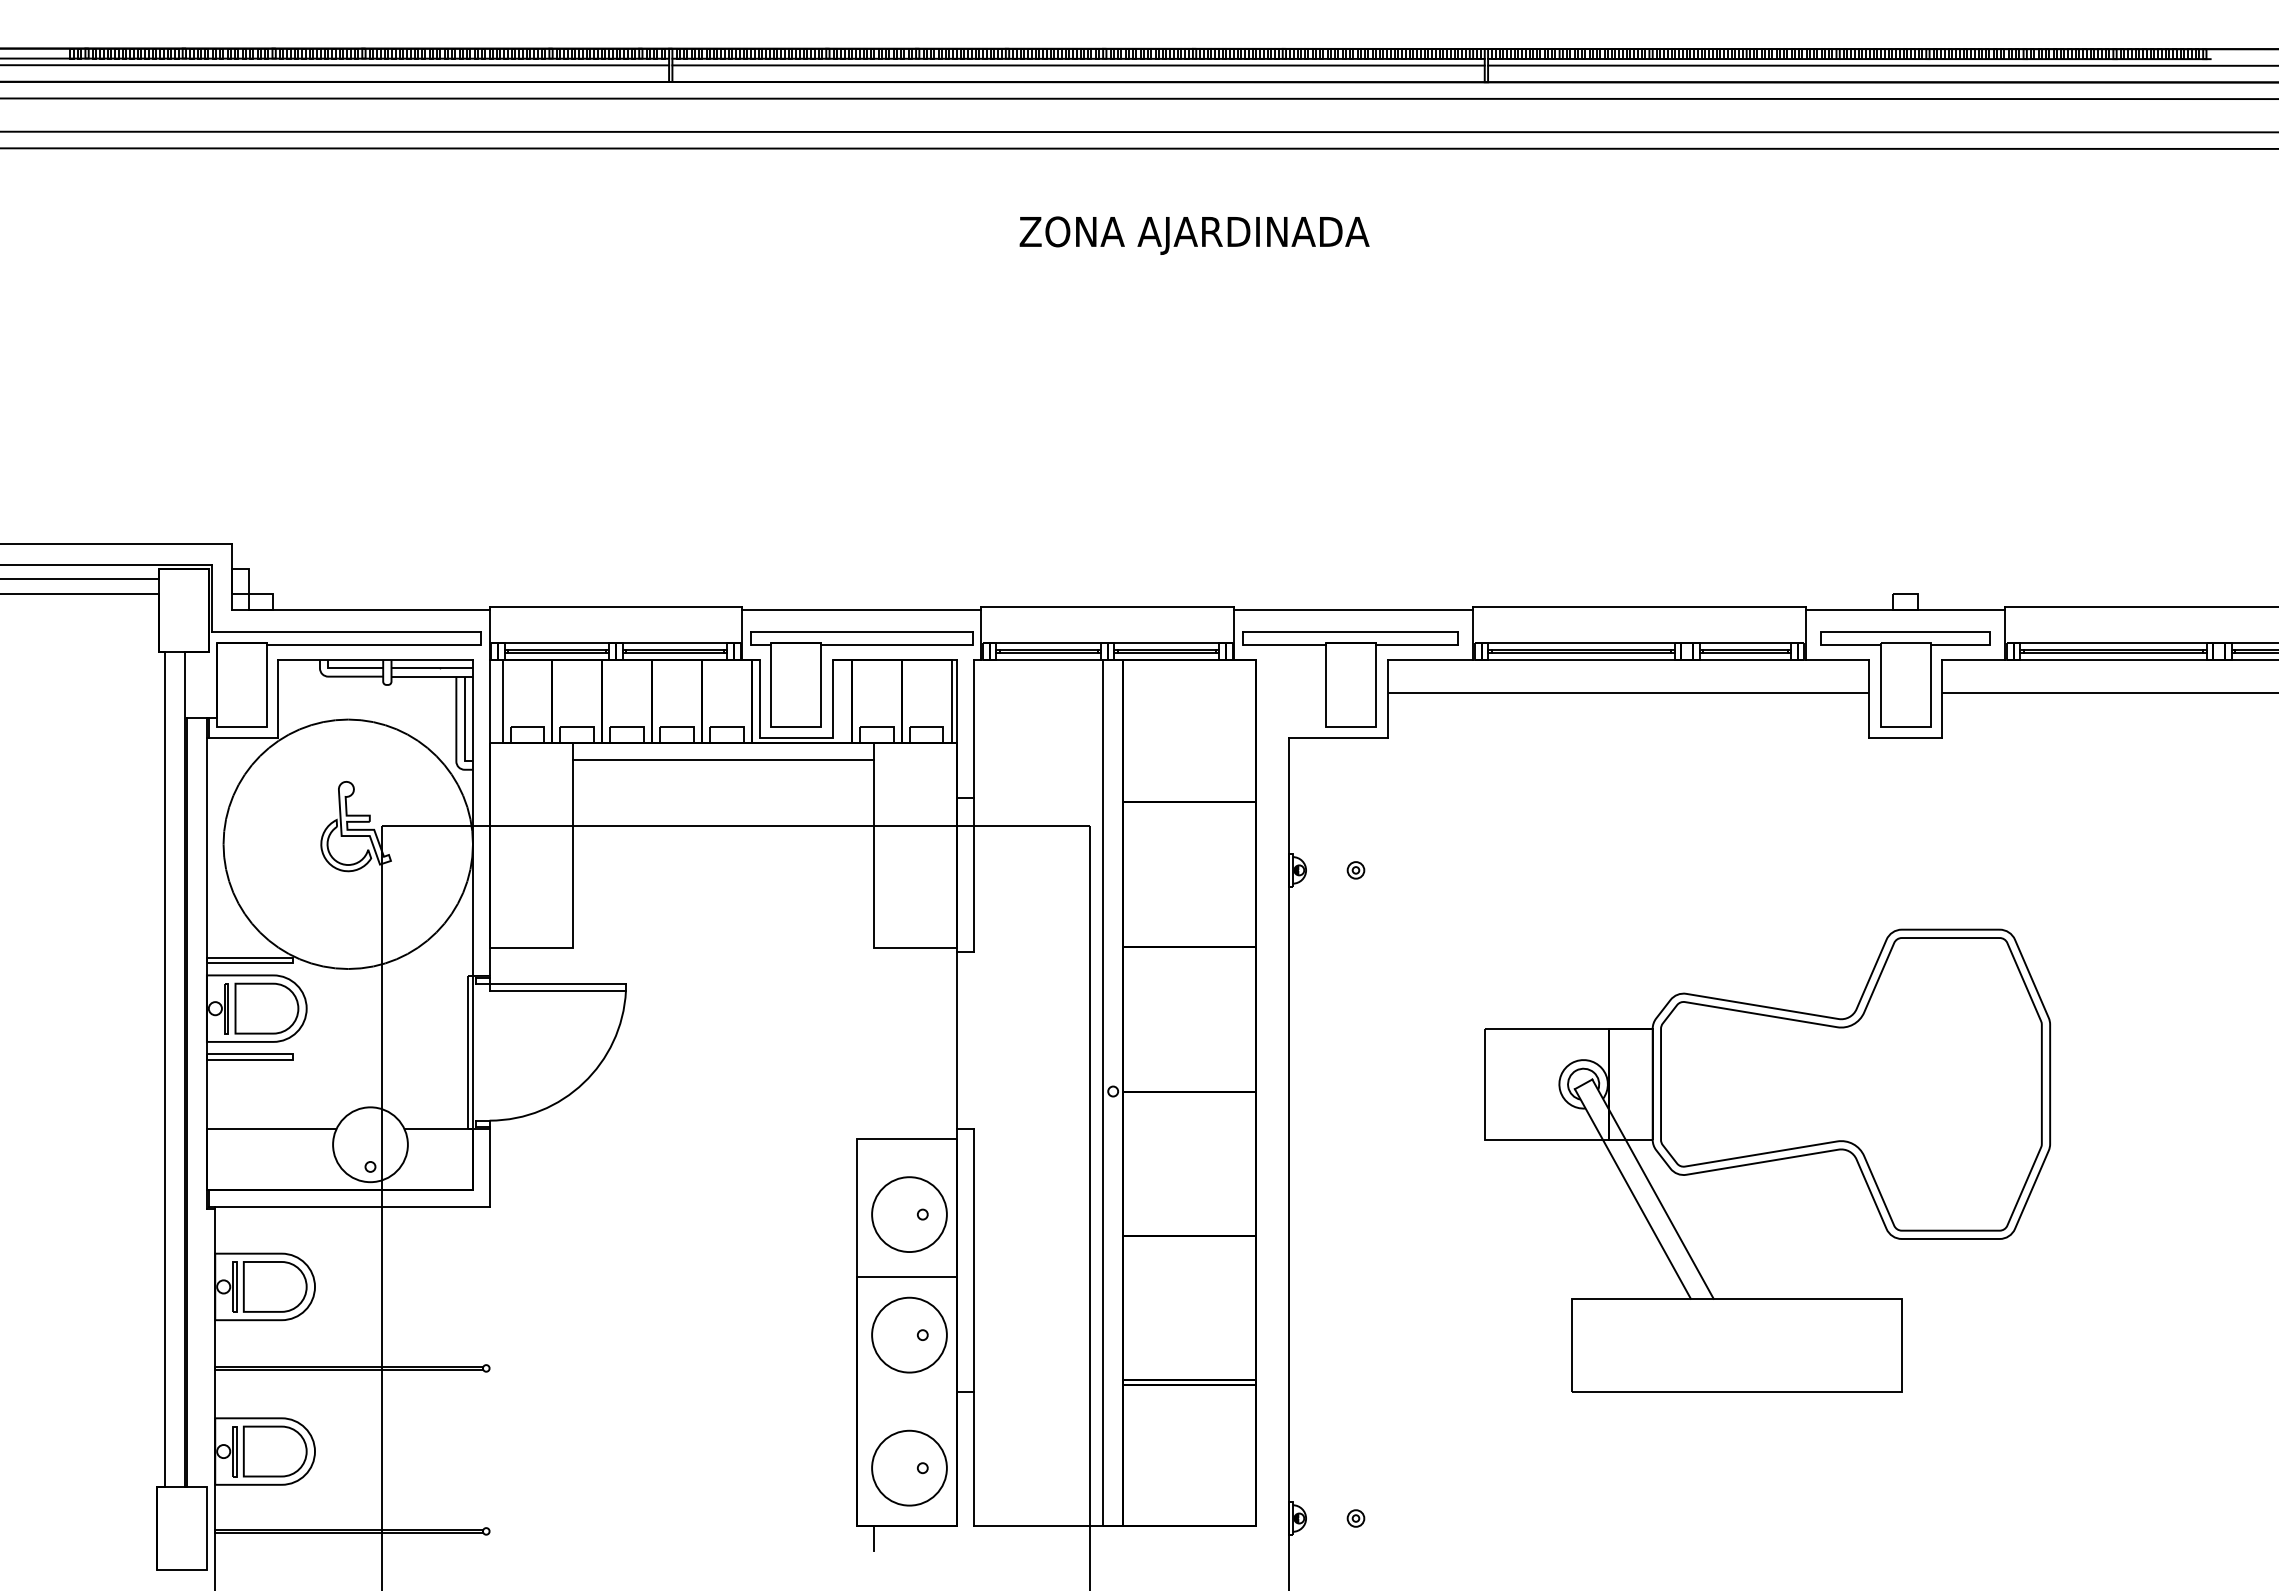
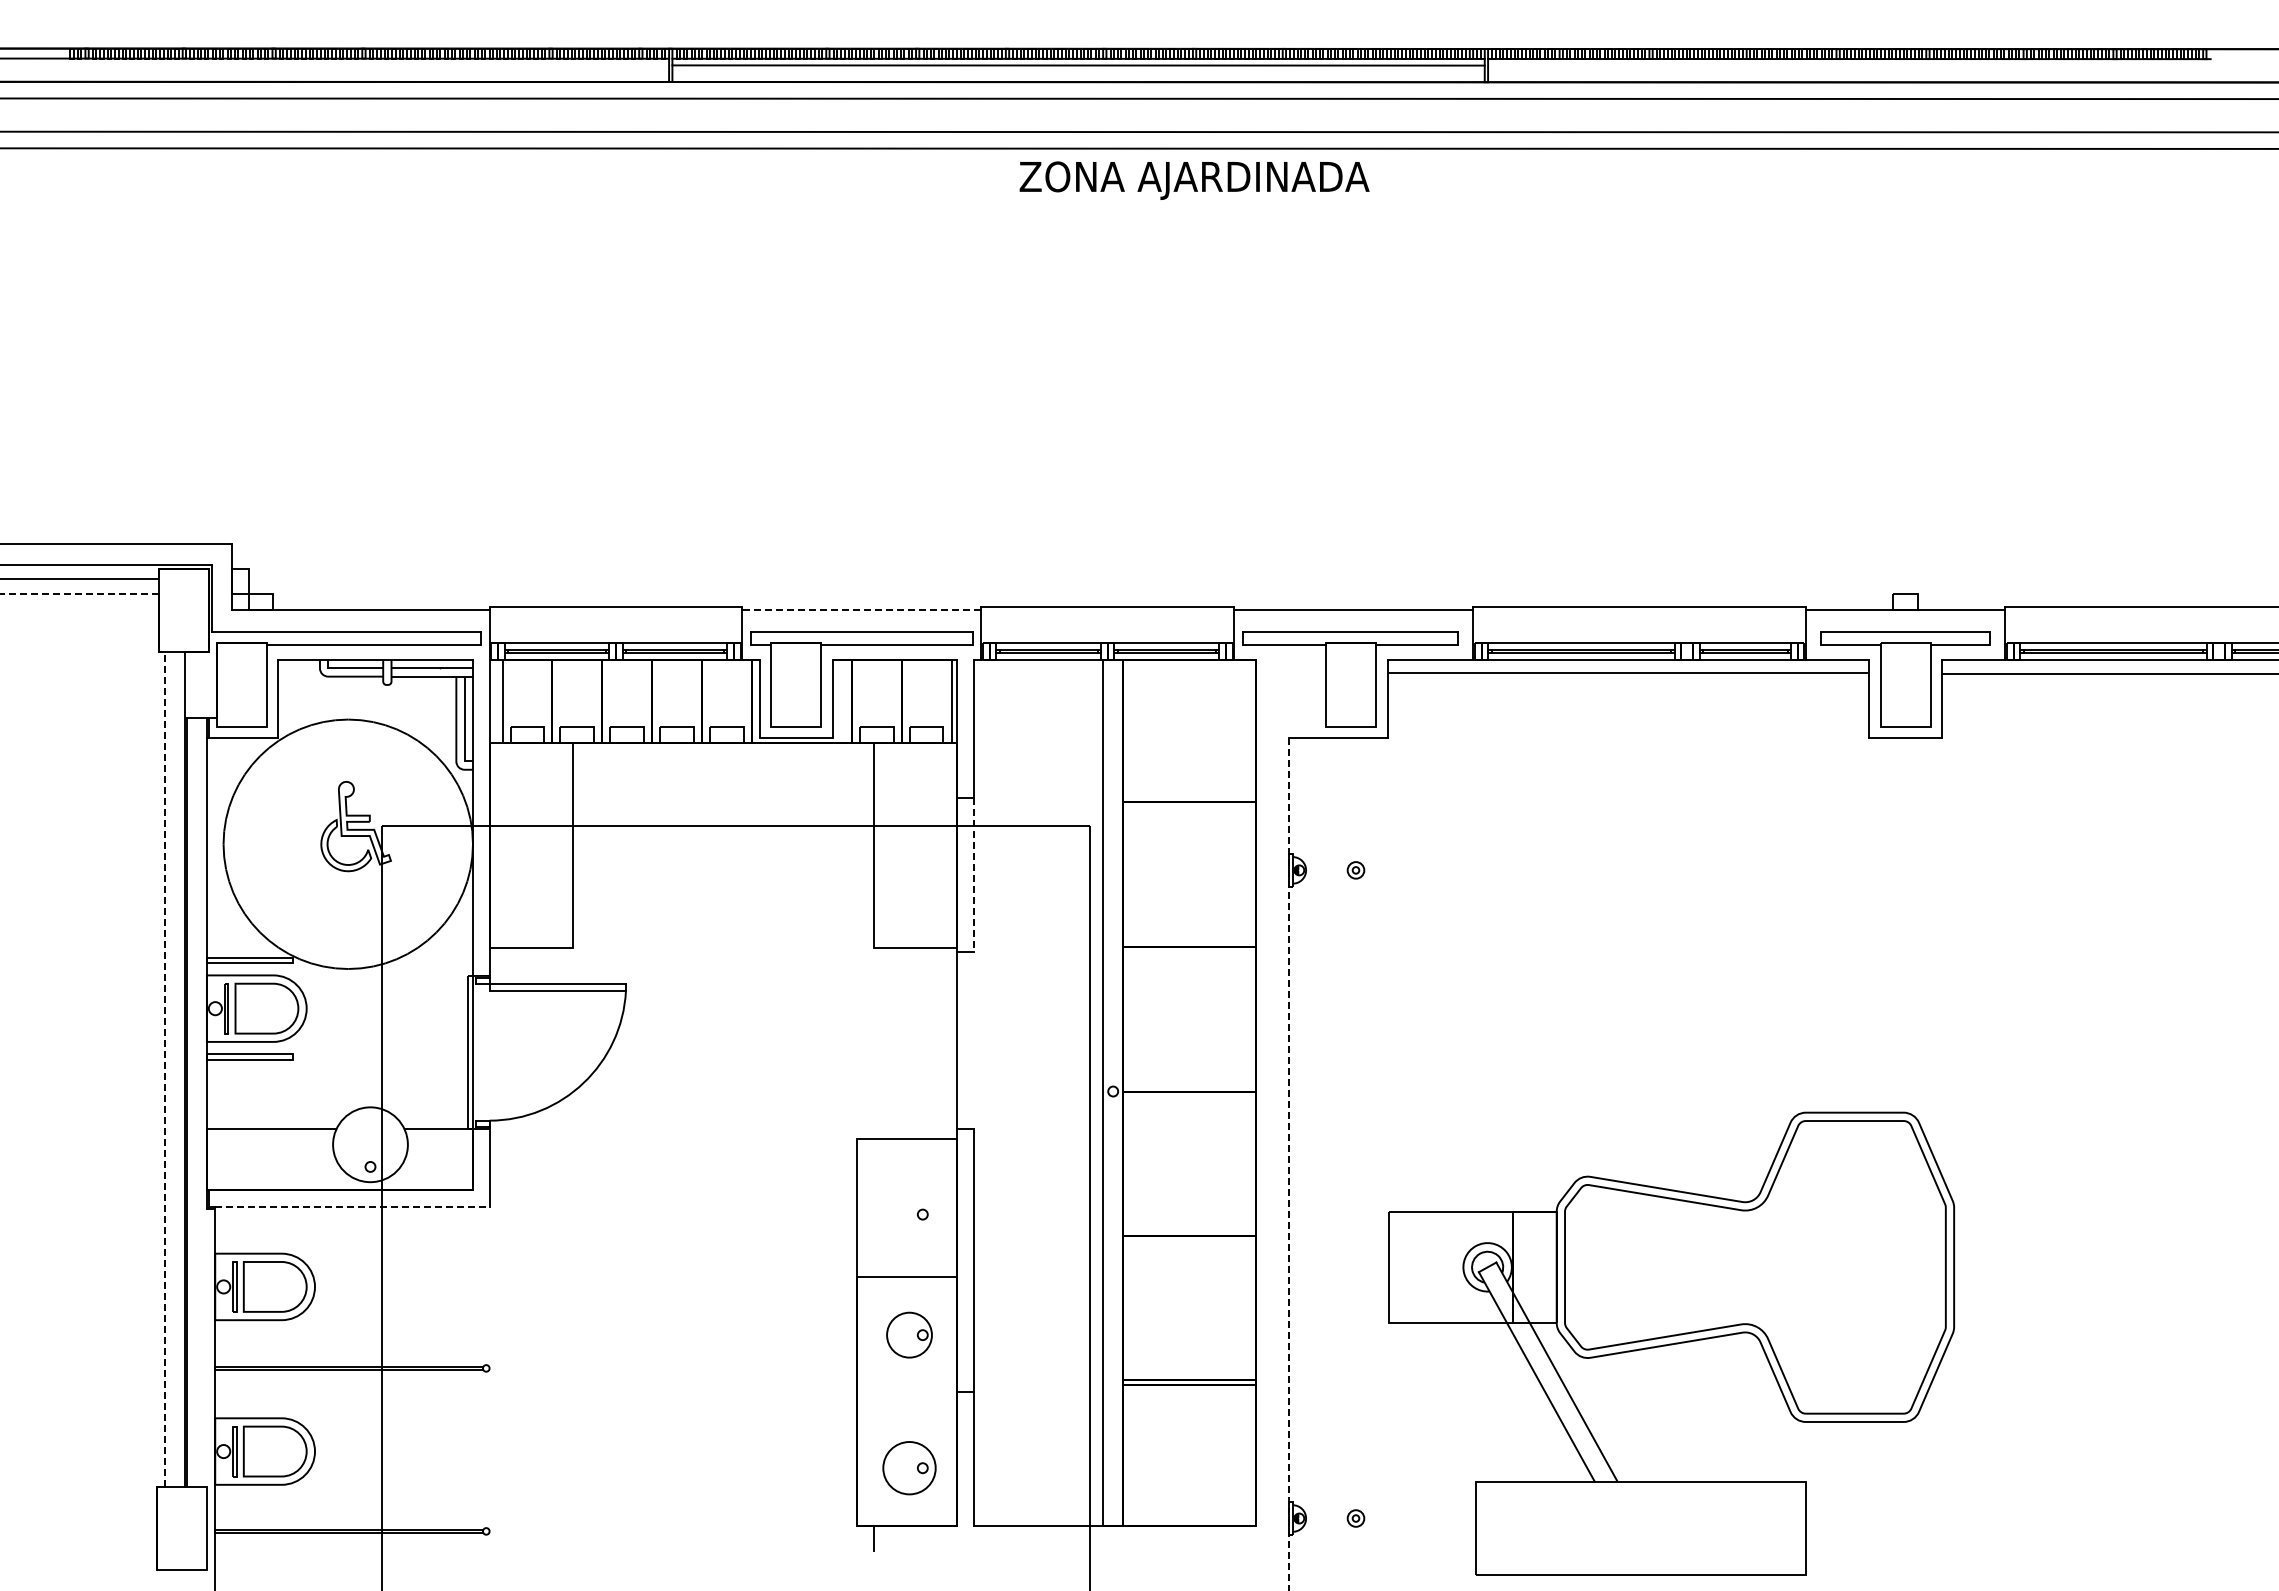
line at (335, 65): present -> none
line at (1881, 65): present -> none
text at (1194, 235) position: (1194, 235) -> (1194, 180)
line at (79, 593): solid -> dashed
line at (861, 610): solid -> dashed
line at (1628, 693) position: (1628, 693) -> (1628, 673)
line at (2108, 693) position: (2108, 693) -> (2108, 674)
line at (722, 759): present -> none
line at (973, 874): solid -> dashed
line at (165, 1068): solid -> dashed
part at (1767, 1160) position: (1767, 1160) -> (1671, 1343)
line at (1289, 1165): solid -> dashed
line at (352, 1207): solid -> dashed
circle at (909, 1214): present -> none
circle at (909, 1334) diameter: 75 px -> 45 px
circle at (909, 1467) diameter: 75 px -> 52 px
